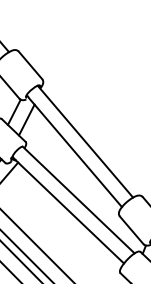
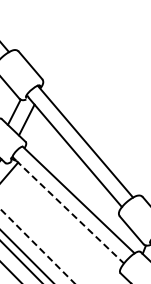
line at (70, 212): solid -> dashed
line at (37, 246): solid -> dashed
